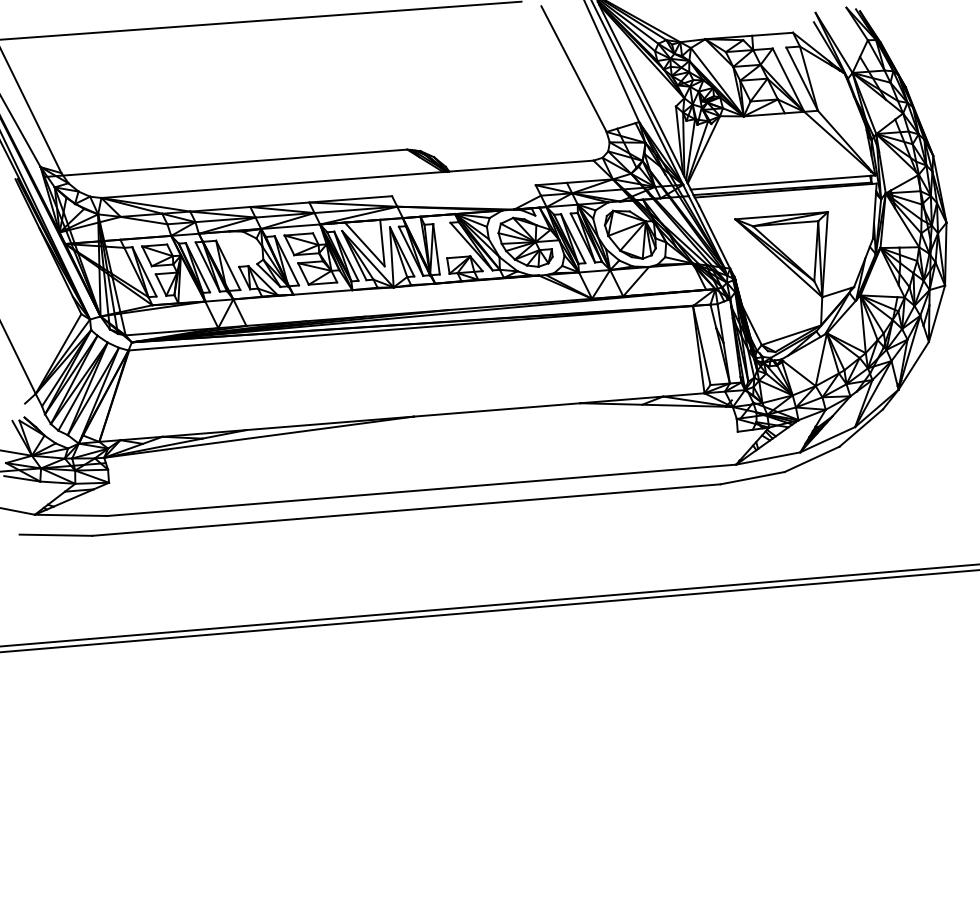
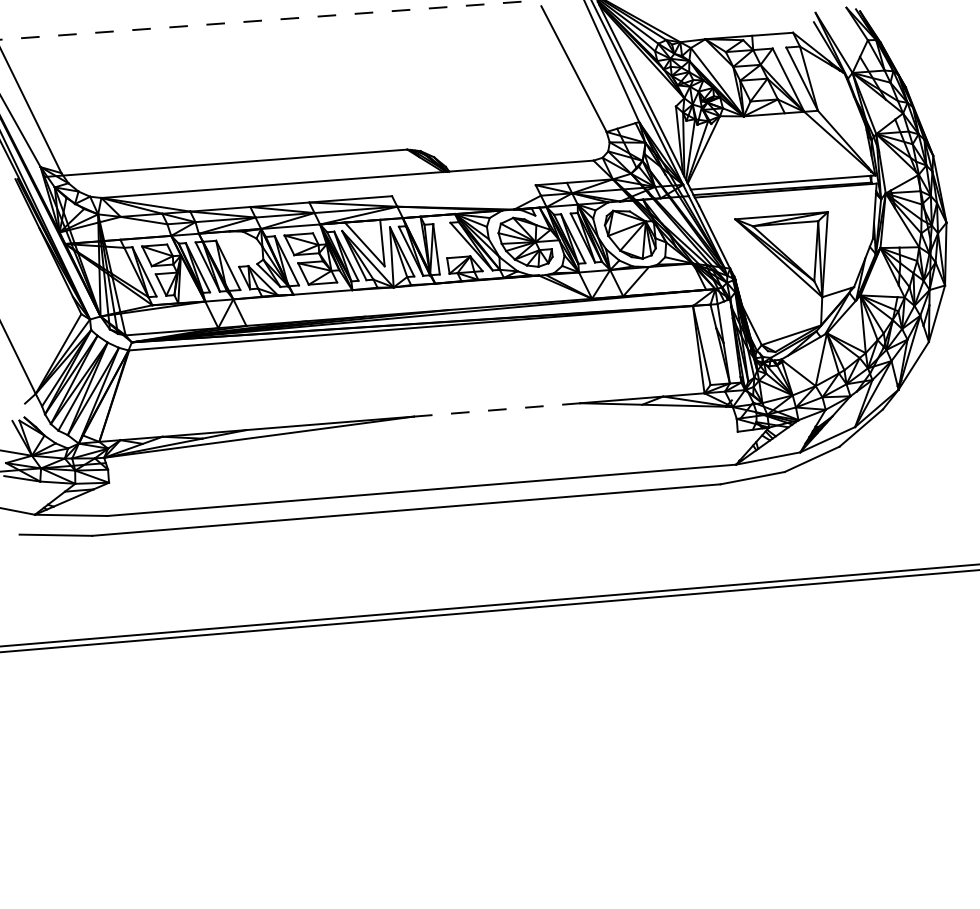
line at (260, 20): solid -> dashed
line at (497, 409): solid -> dashed
